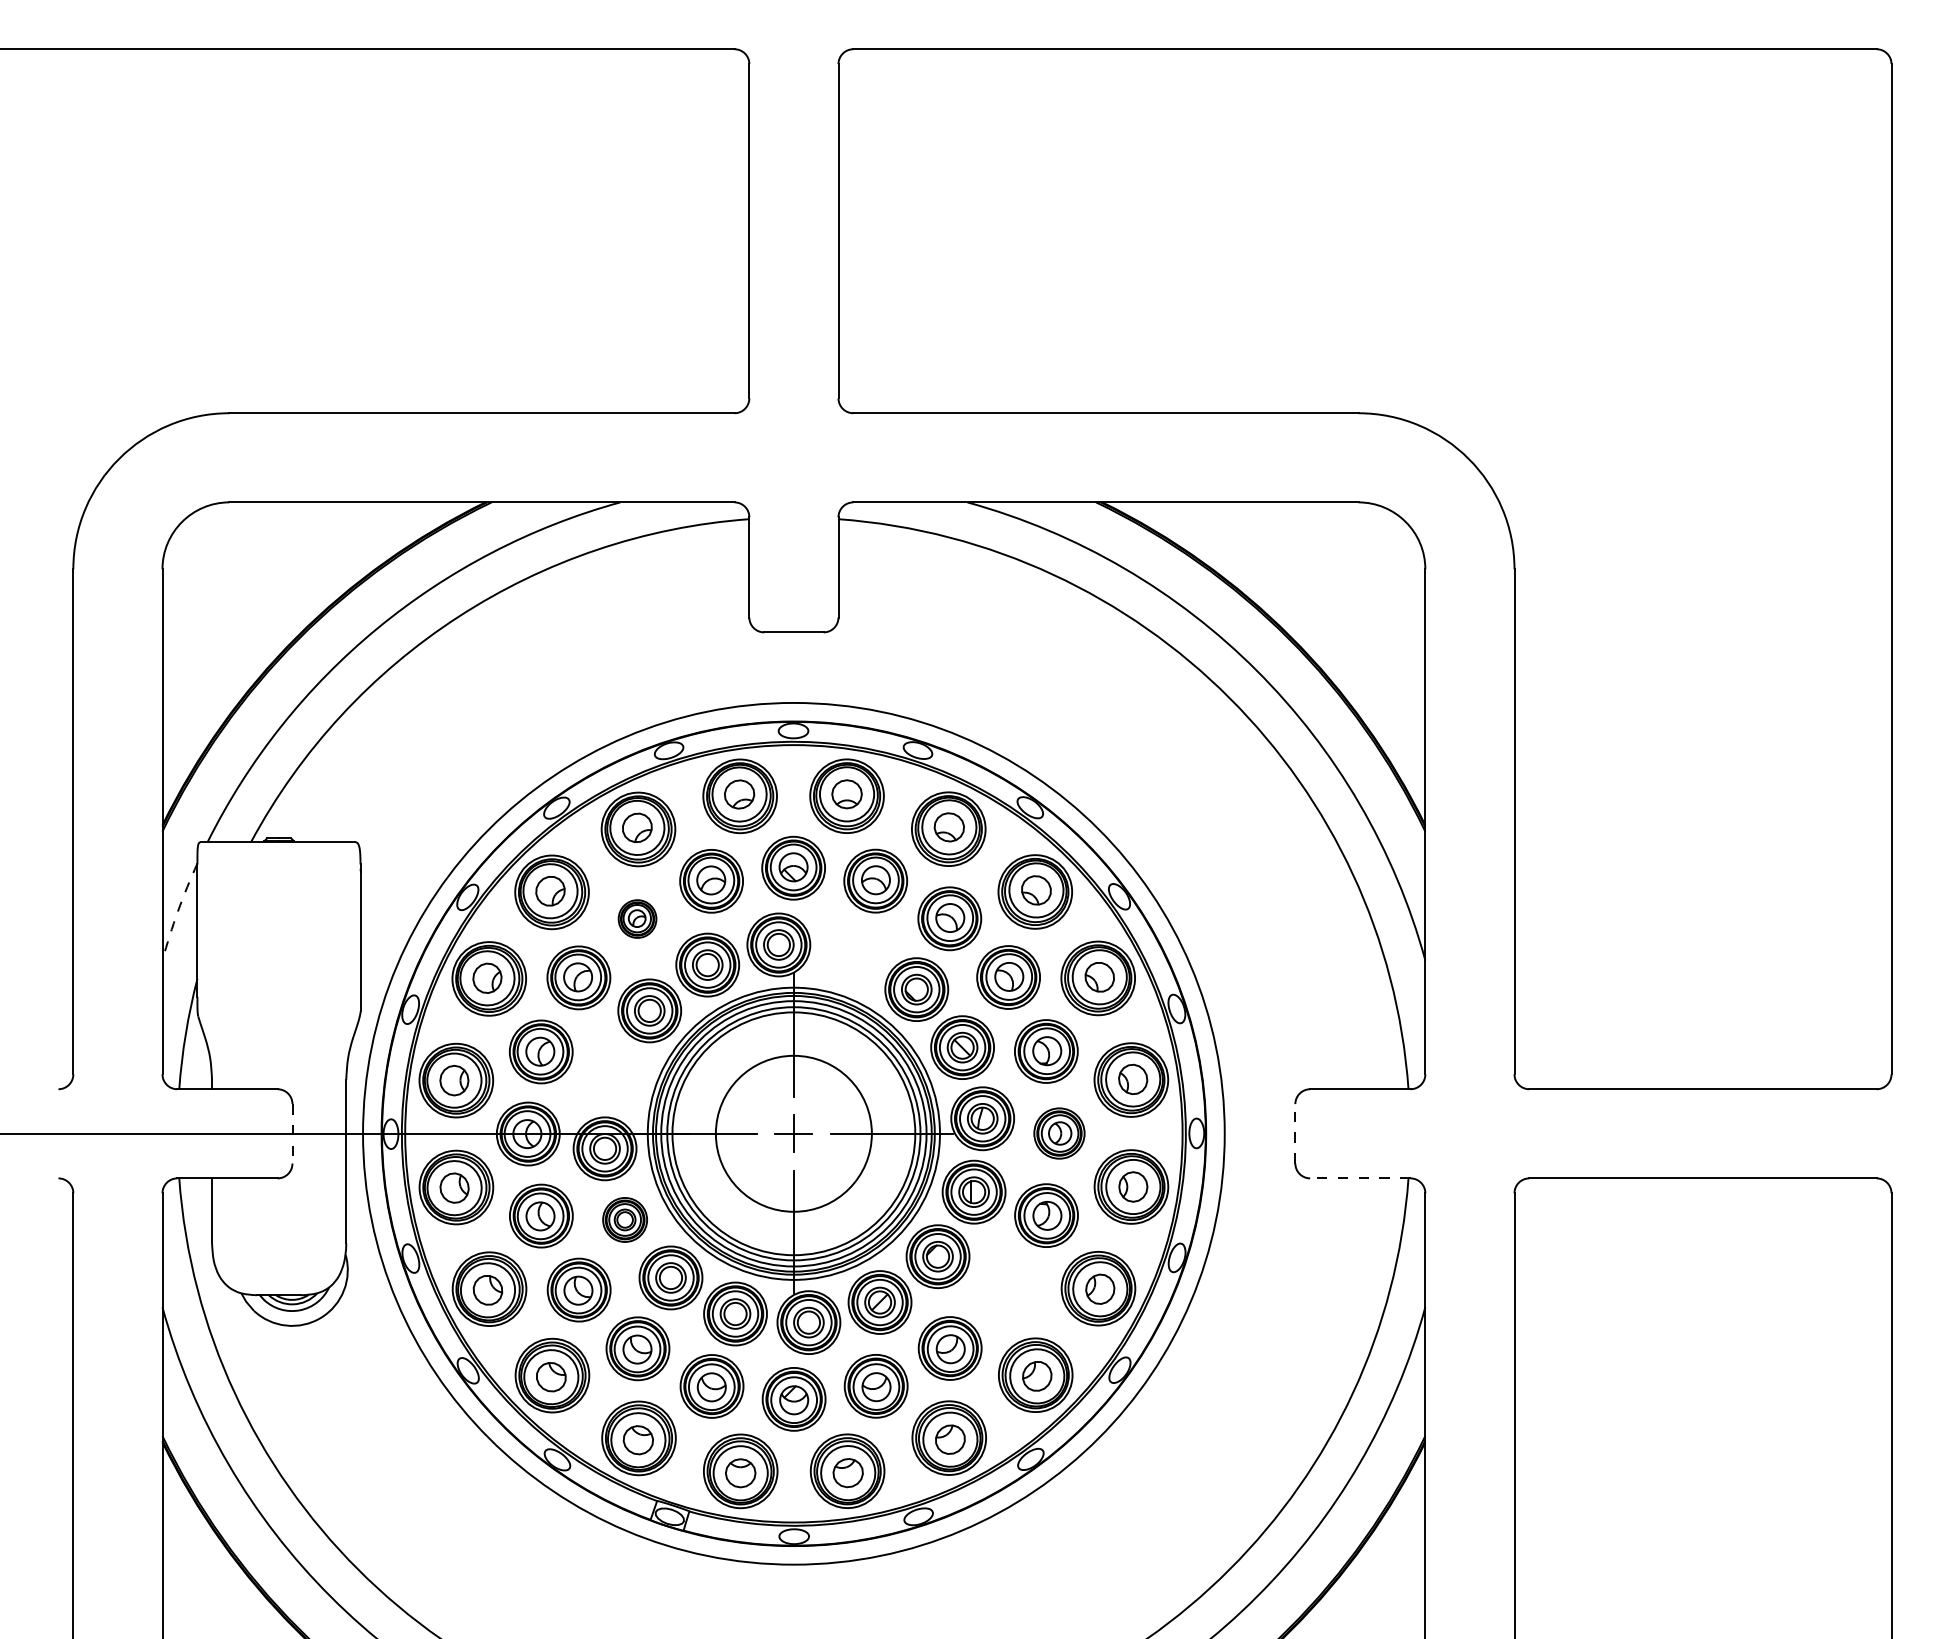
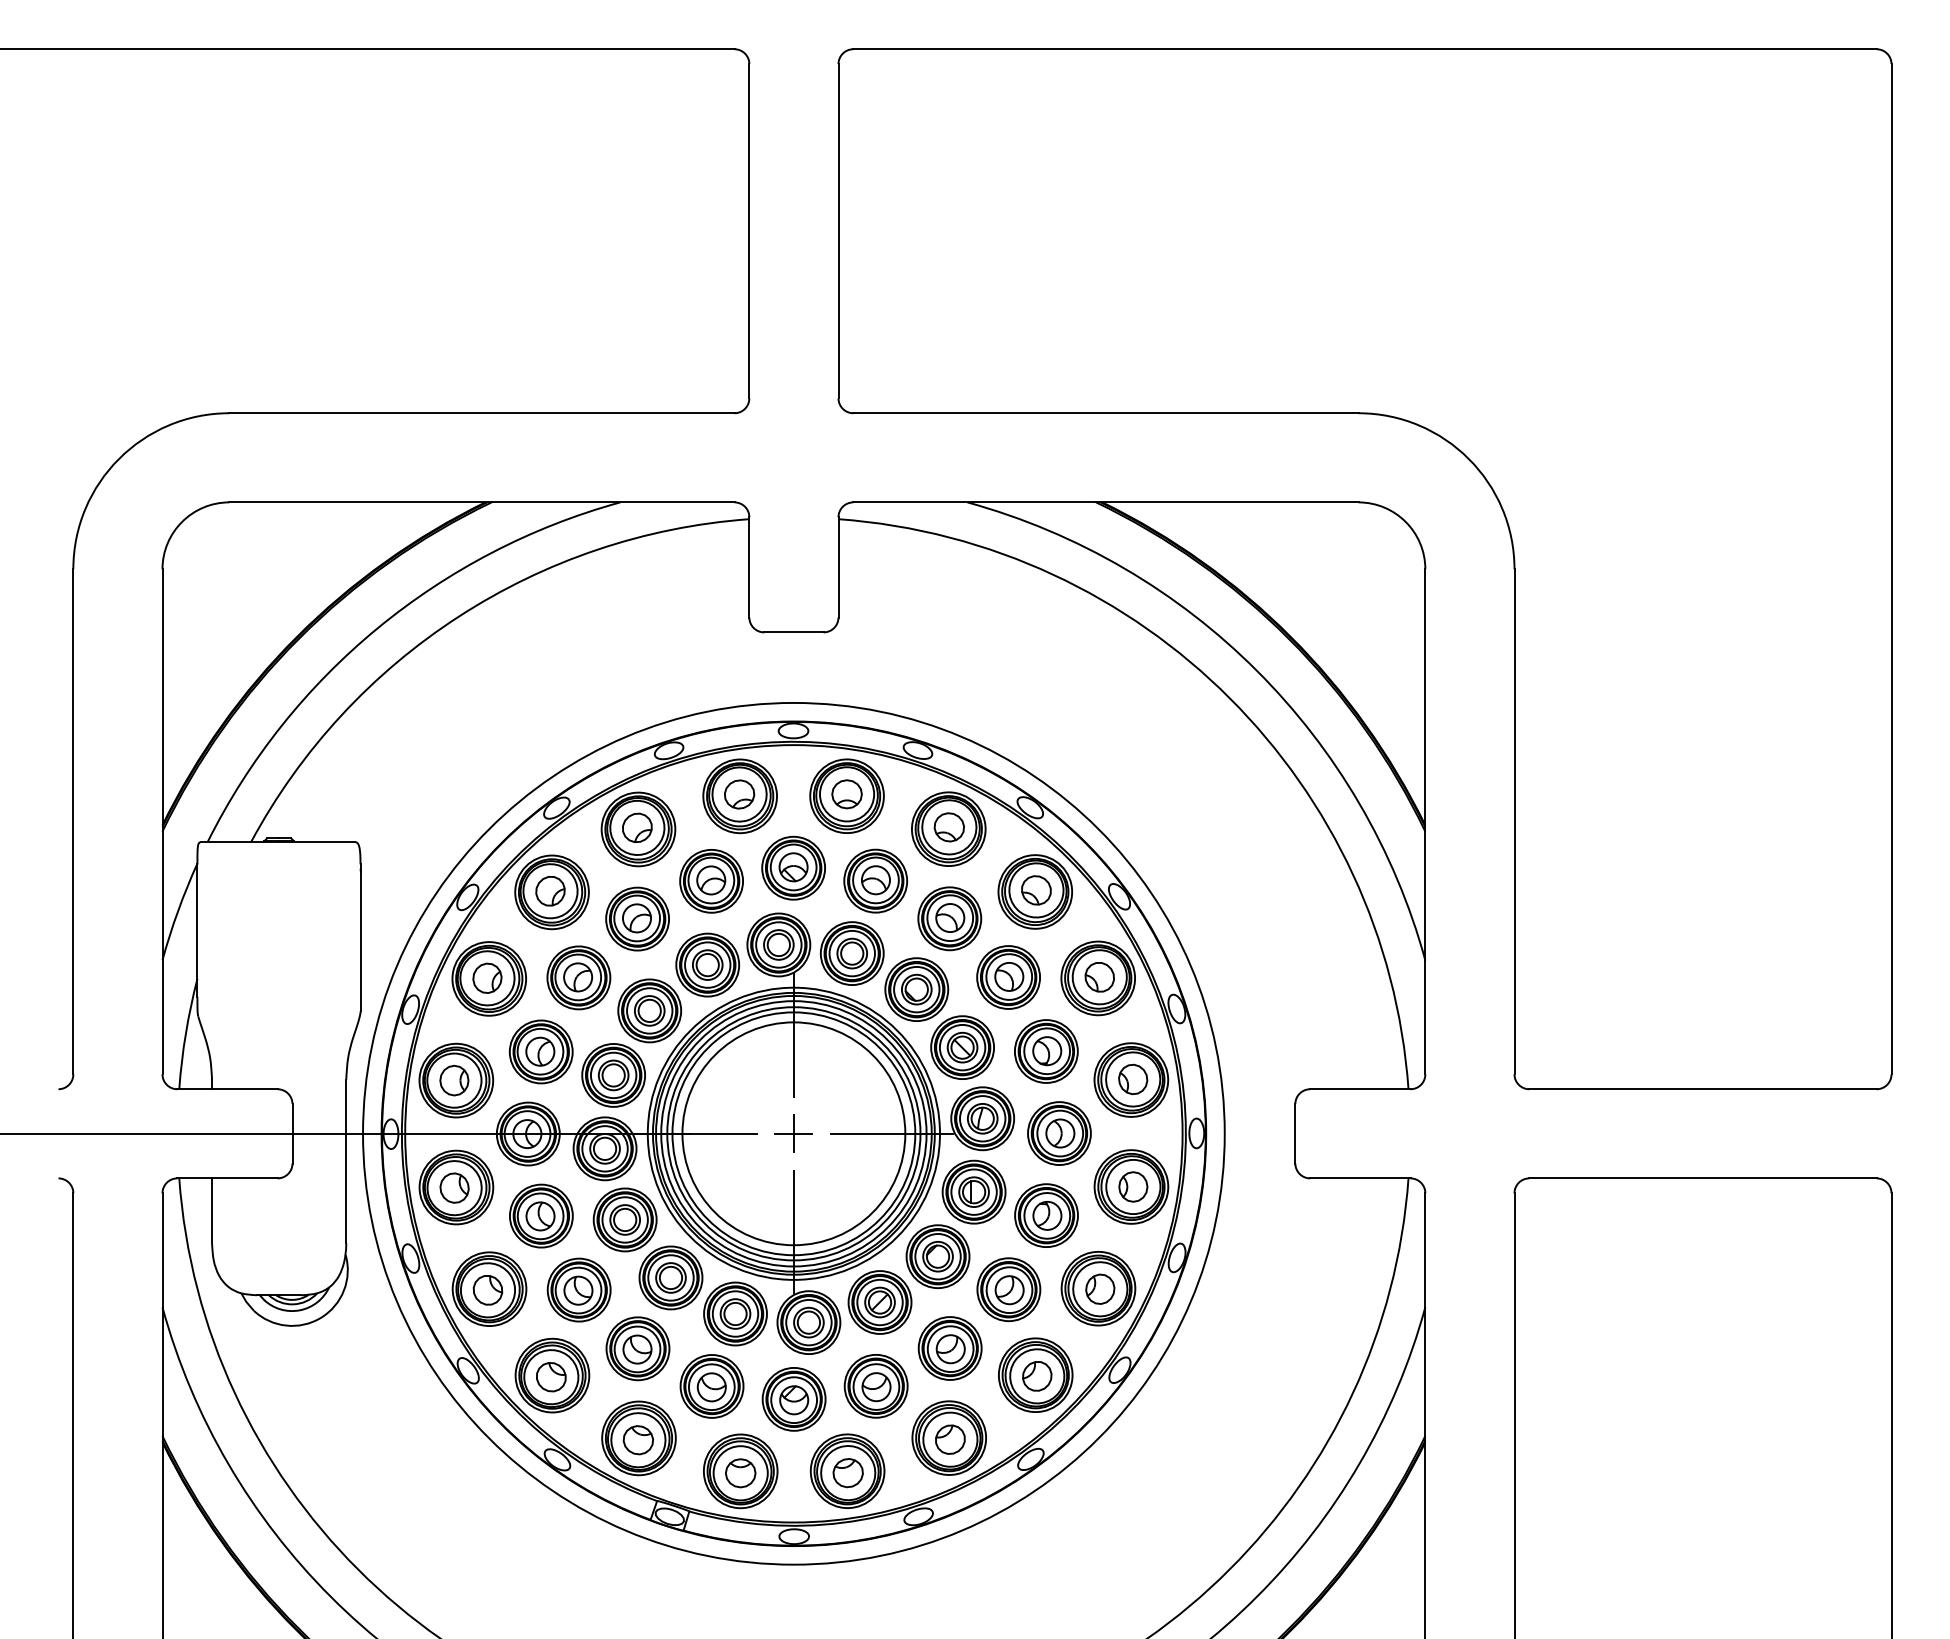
arc at (178, 911): dashed -> solid
part at (637, 918) size: 41x40 px -> 65x66 px
part at (852, 953): none -> present
part at (613, 1075): none -> present
line at (292, 1133): dashed -> solid
circle at (793, 1133) diameter: 156 px -> 223 px
part at (1059, 1133) size: 53x53 px -> 65x65 px
line at (1295, 1133): dashed -> solid
line at (1359, 1178): dashed -> solid
part at (624, 1219) size: 46x46 px -> 66x66 px
part at (1008, 1289): none -> present
